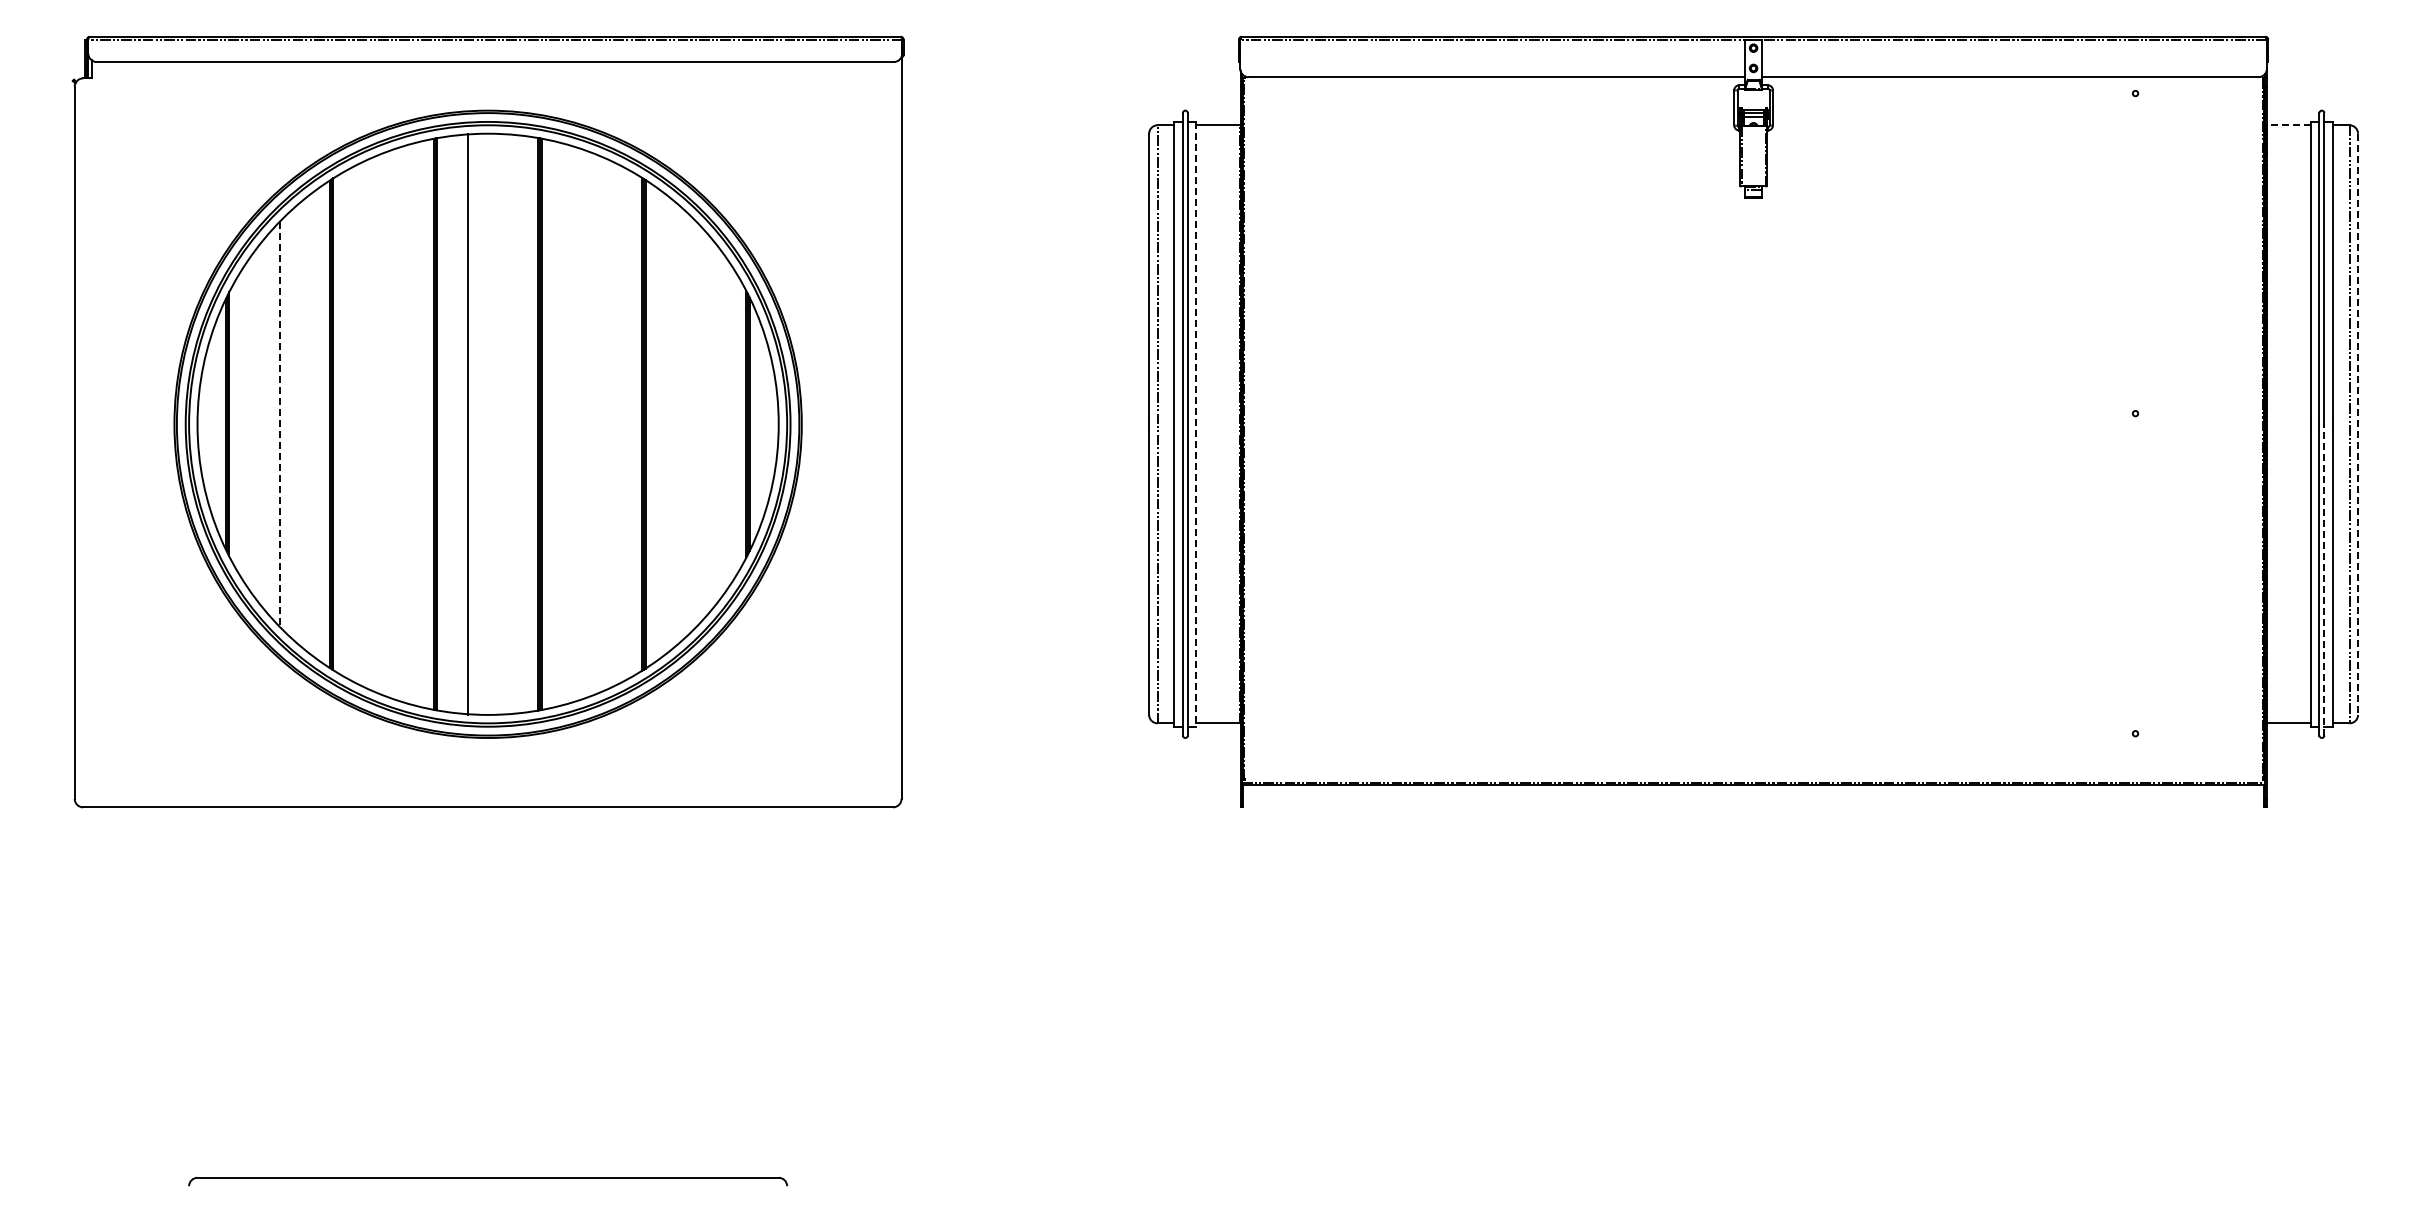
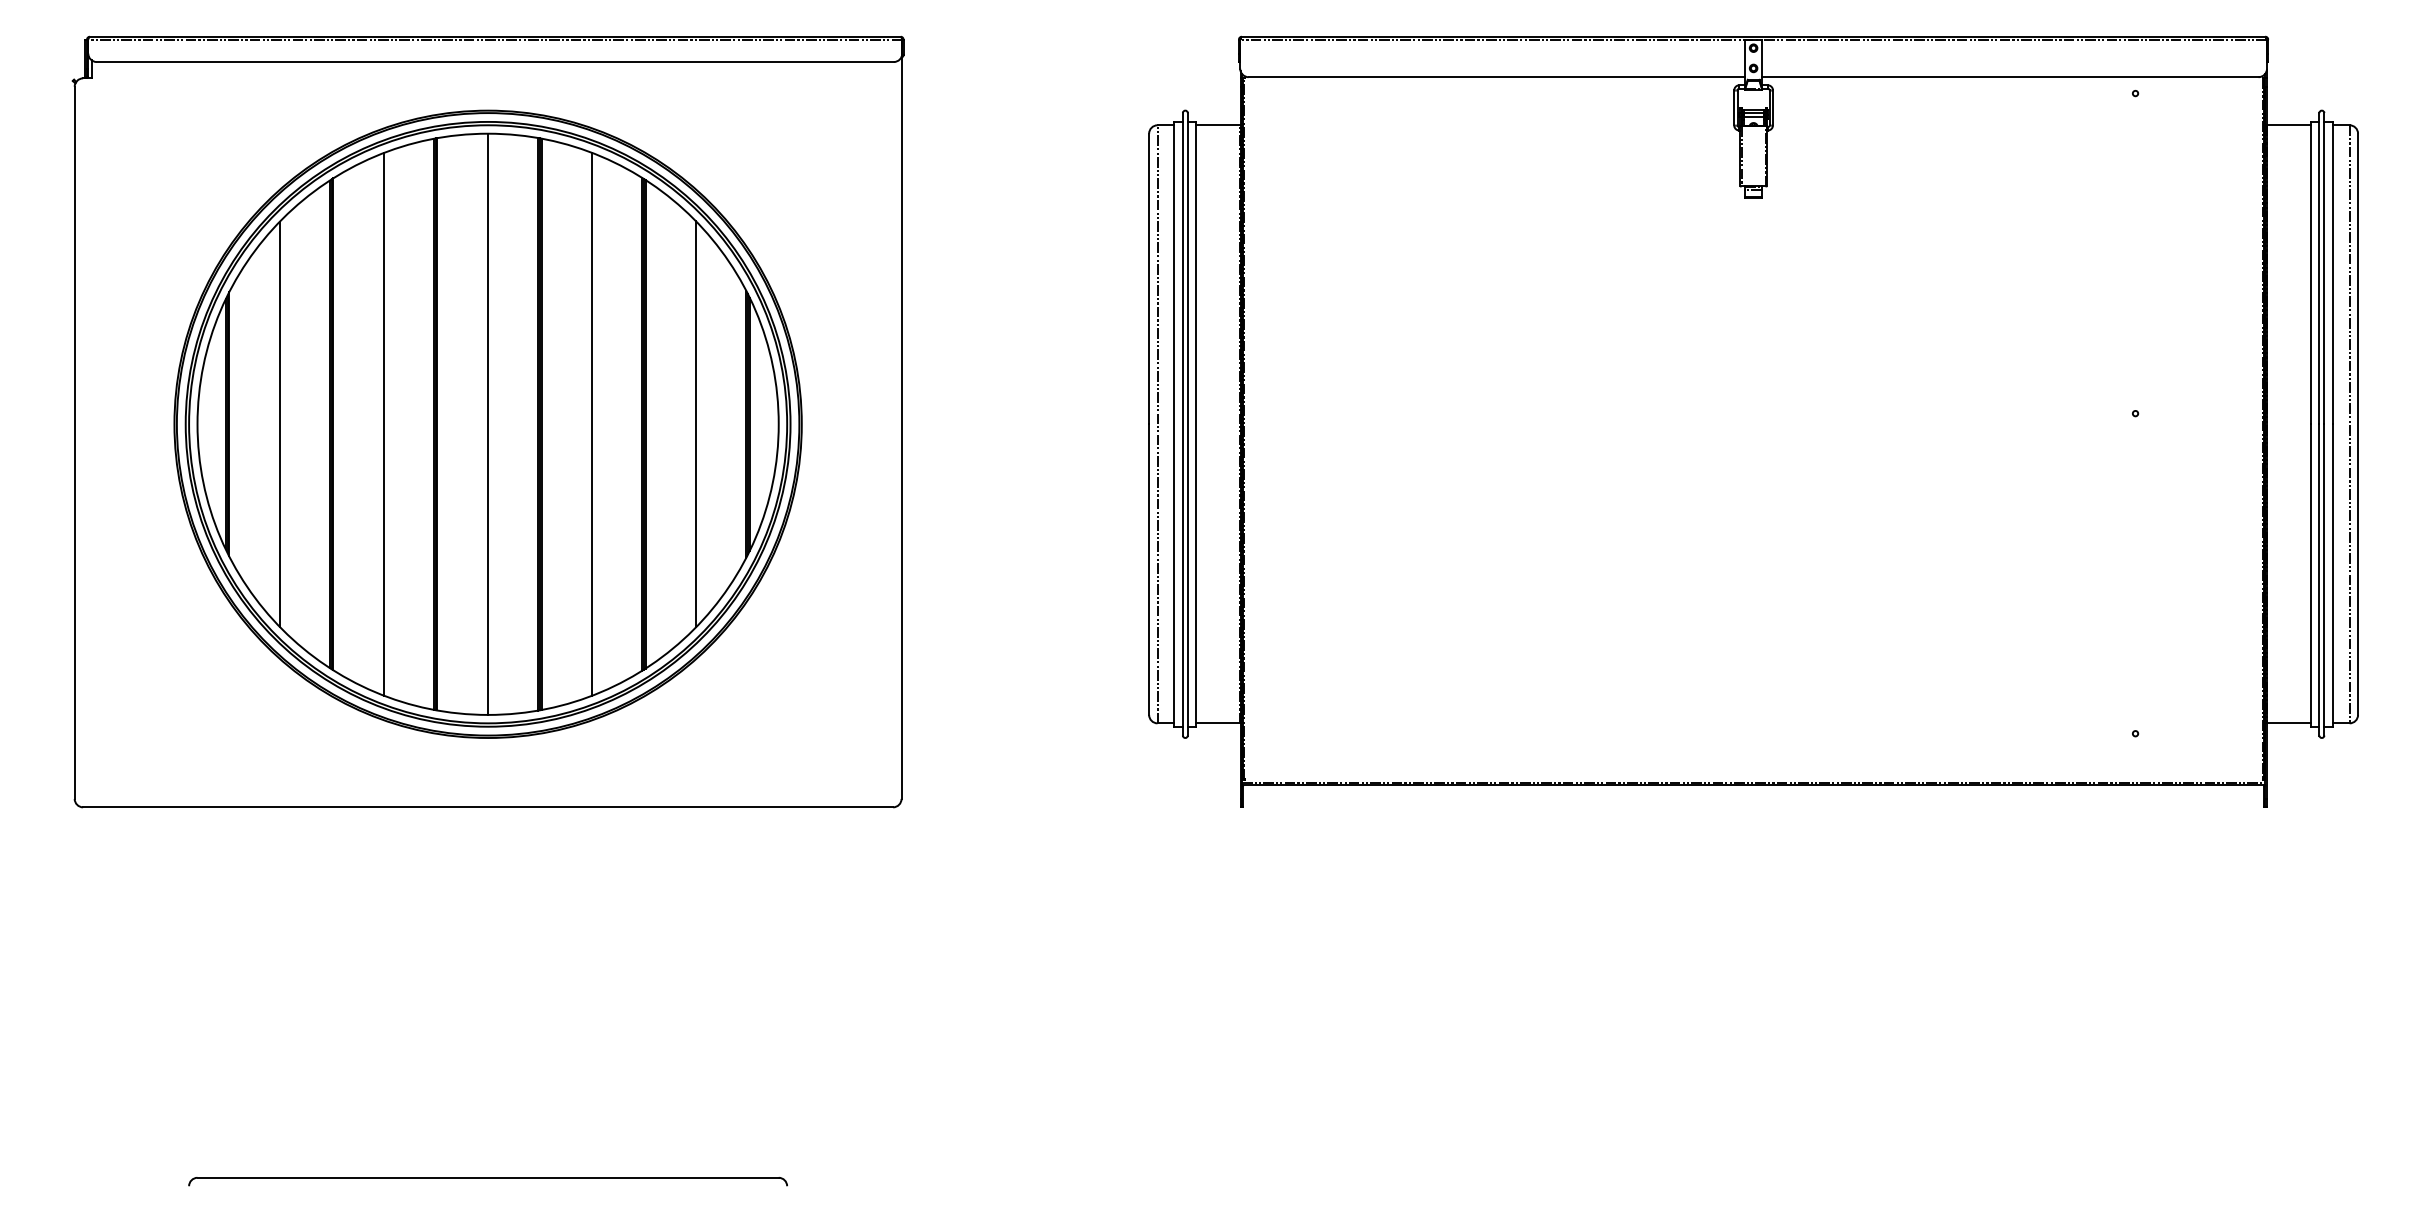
line at (2288, 125): dashed -> solid
line at (467, 423) position: (467, 423) -> (487, 423)
line at (591, 423): none -> present
line at (279, 424): dashed -> solid
line at (383, 424): none -> present
line at (696, 424): none -> present
line at (1196, 424): dashed -> solid
line at (2358, 424): dashed -> solid
line at (2324, 579): dashed -> solid
